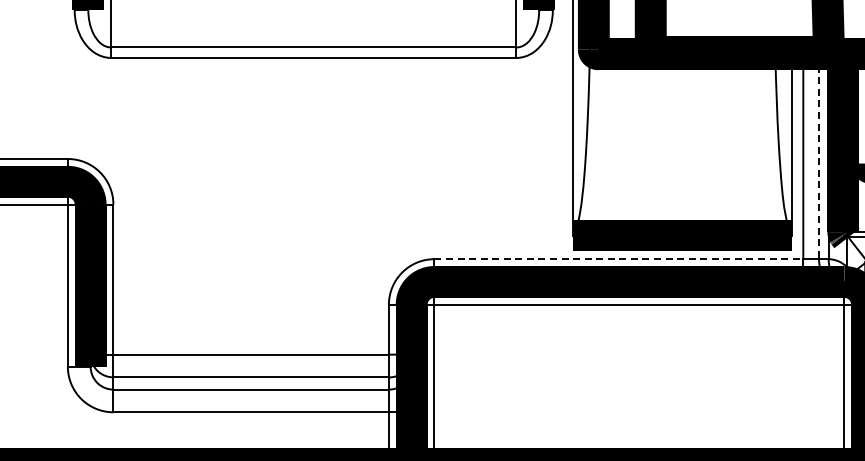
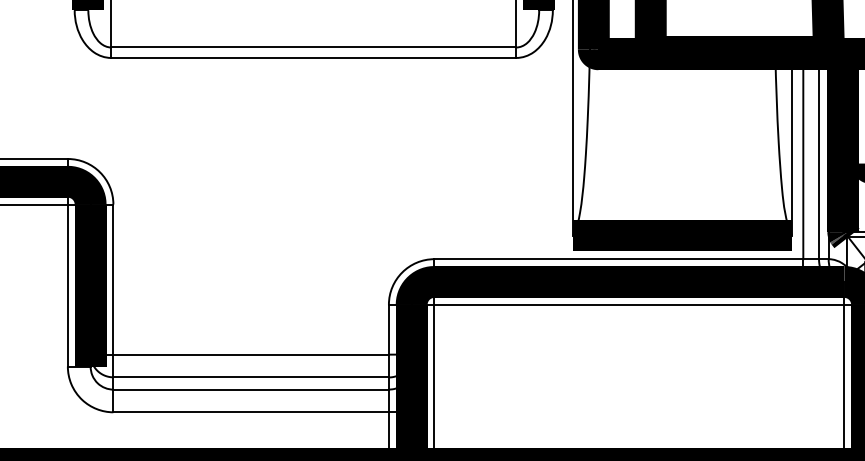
line at (819, 157): dashed -> solid
line at (619, 259): dashed -> solid
